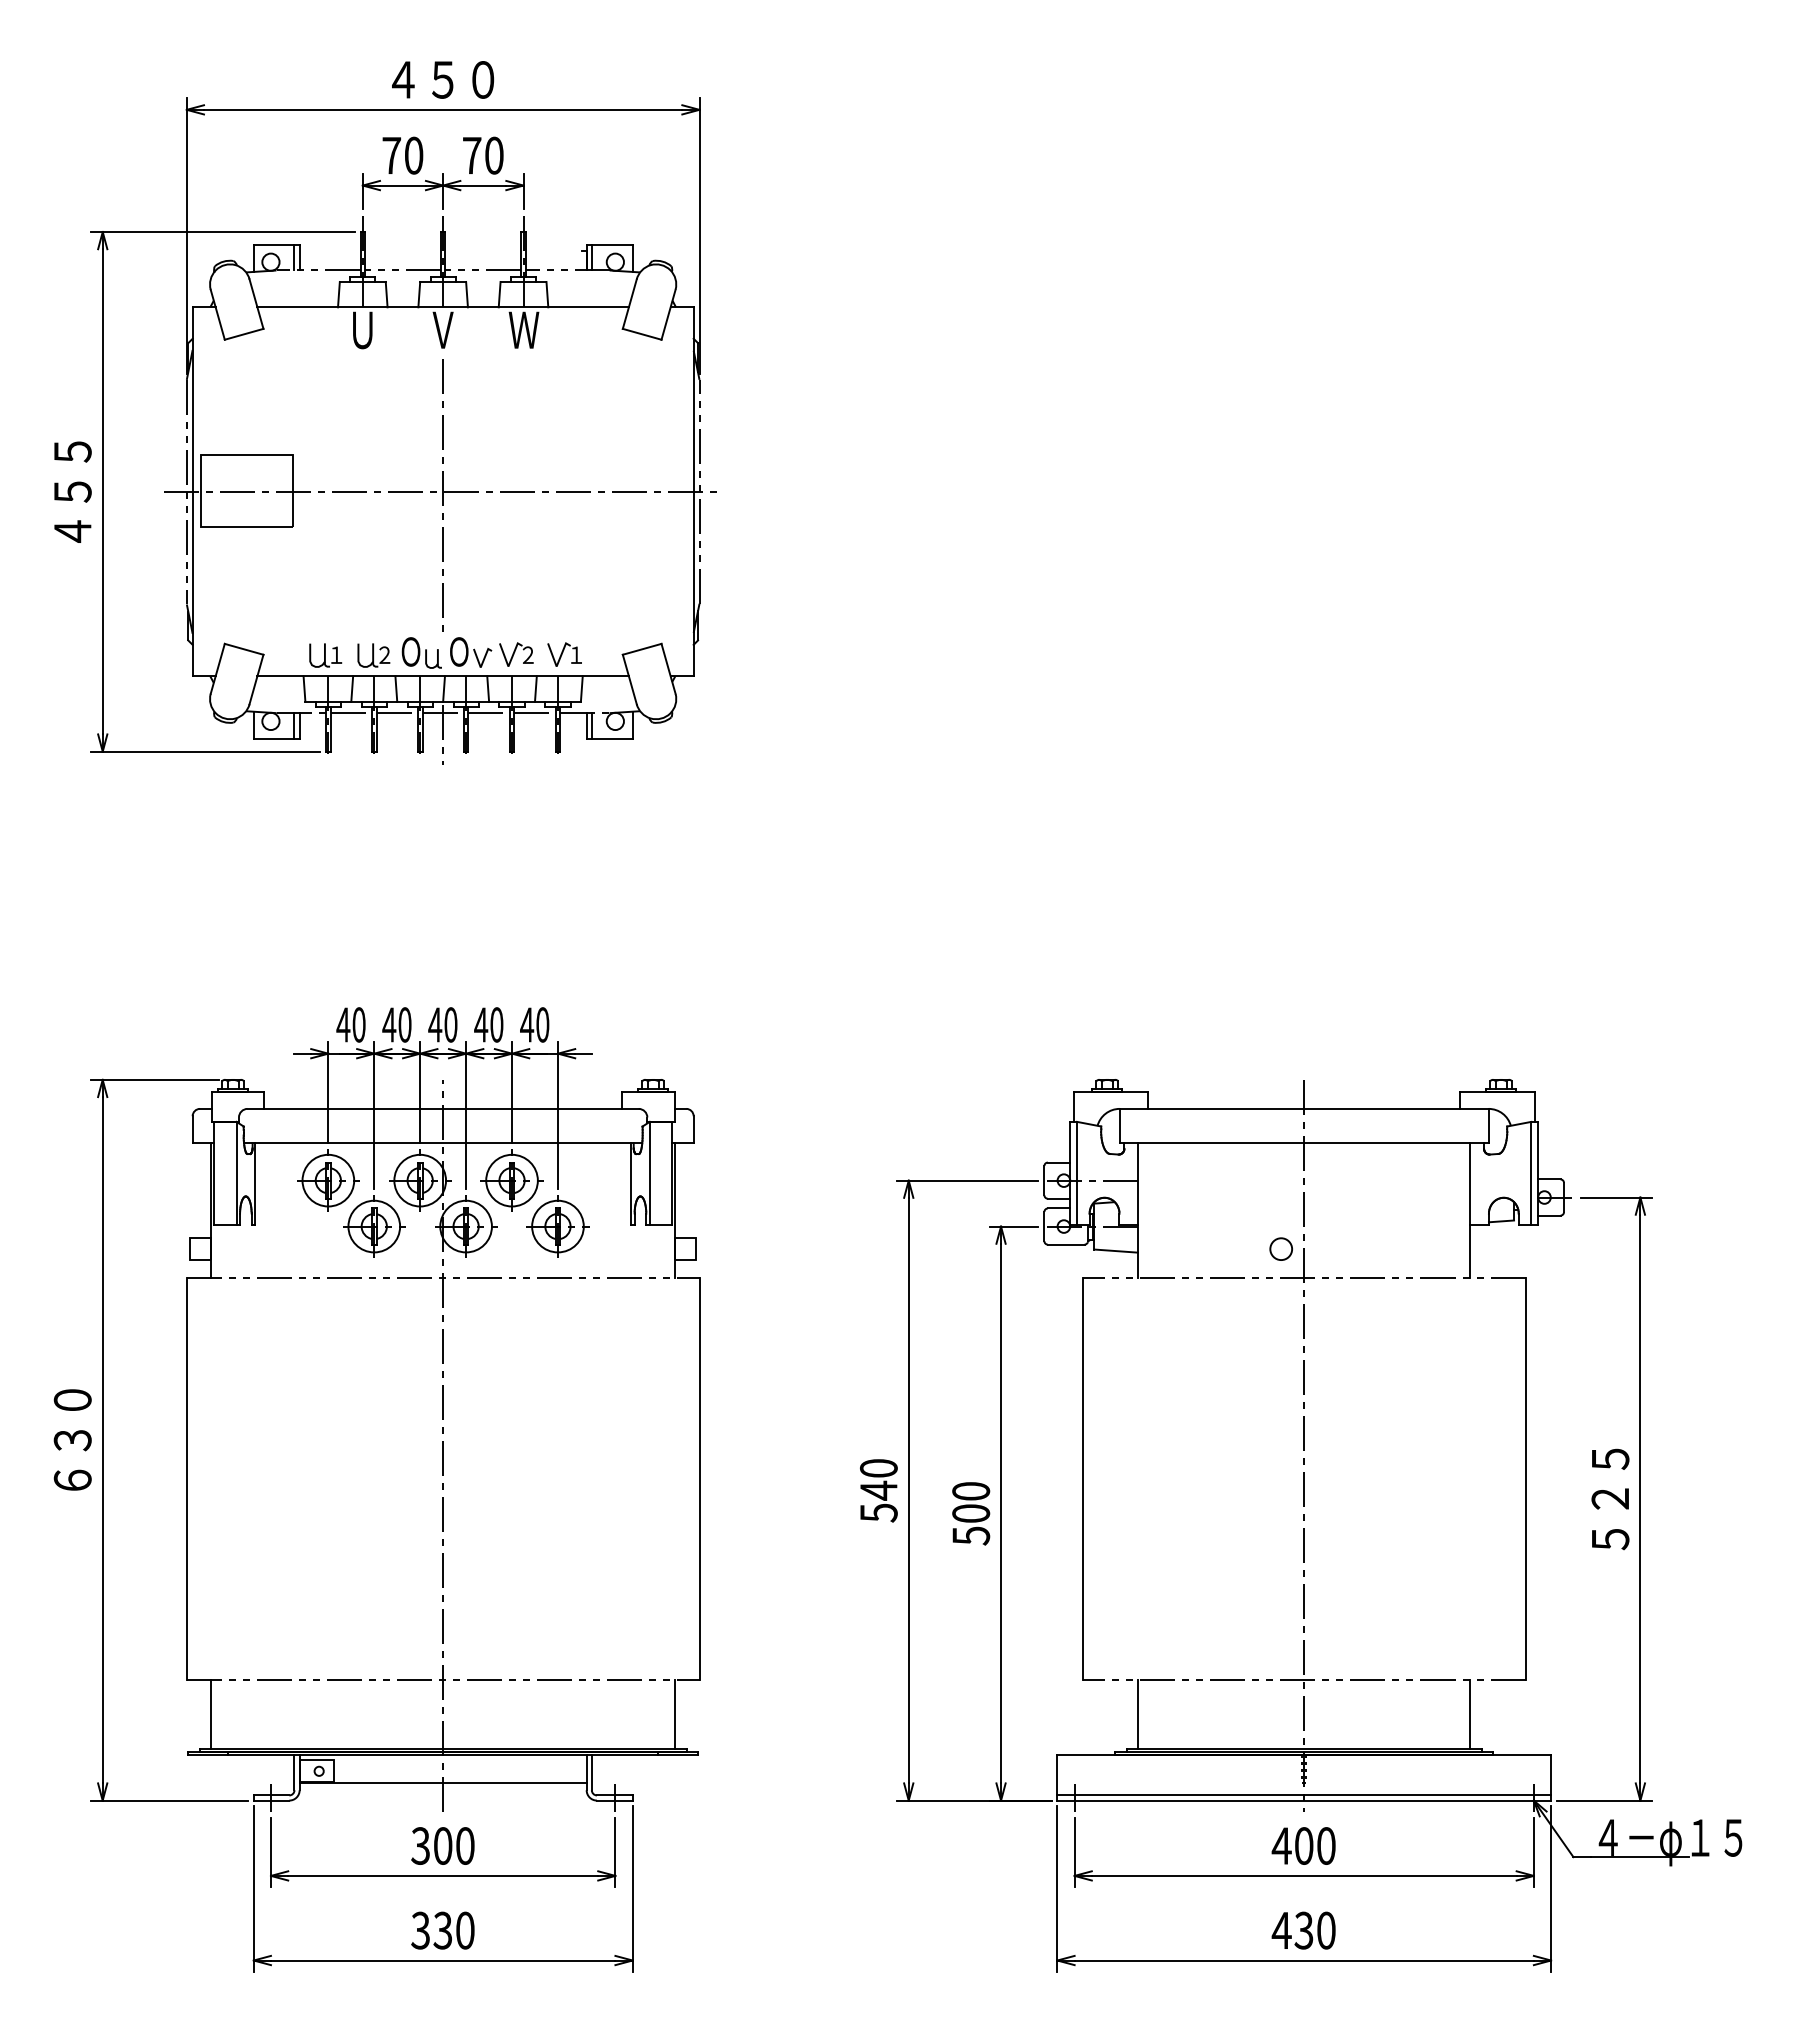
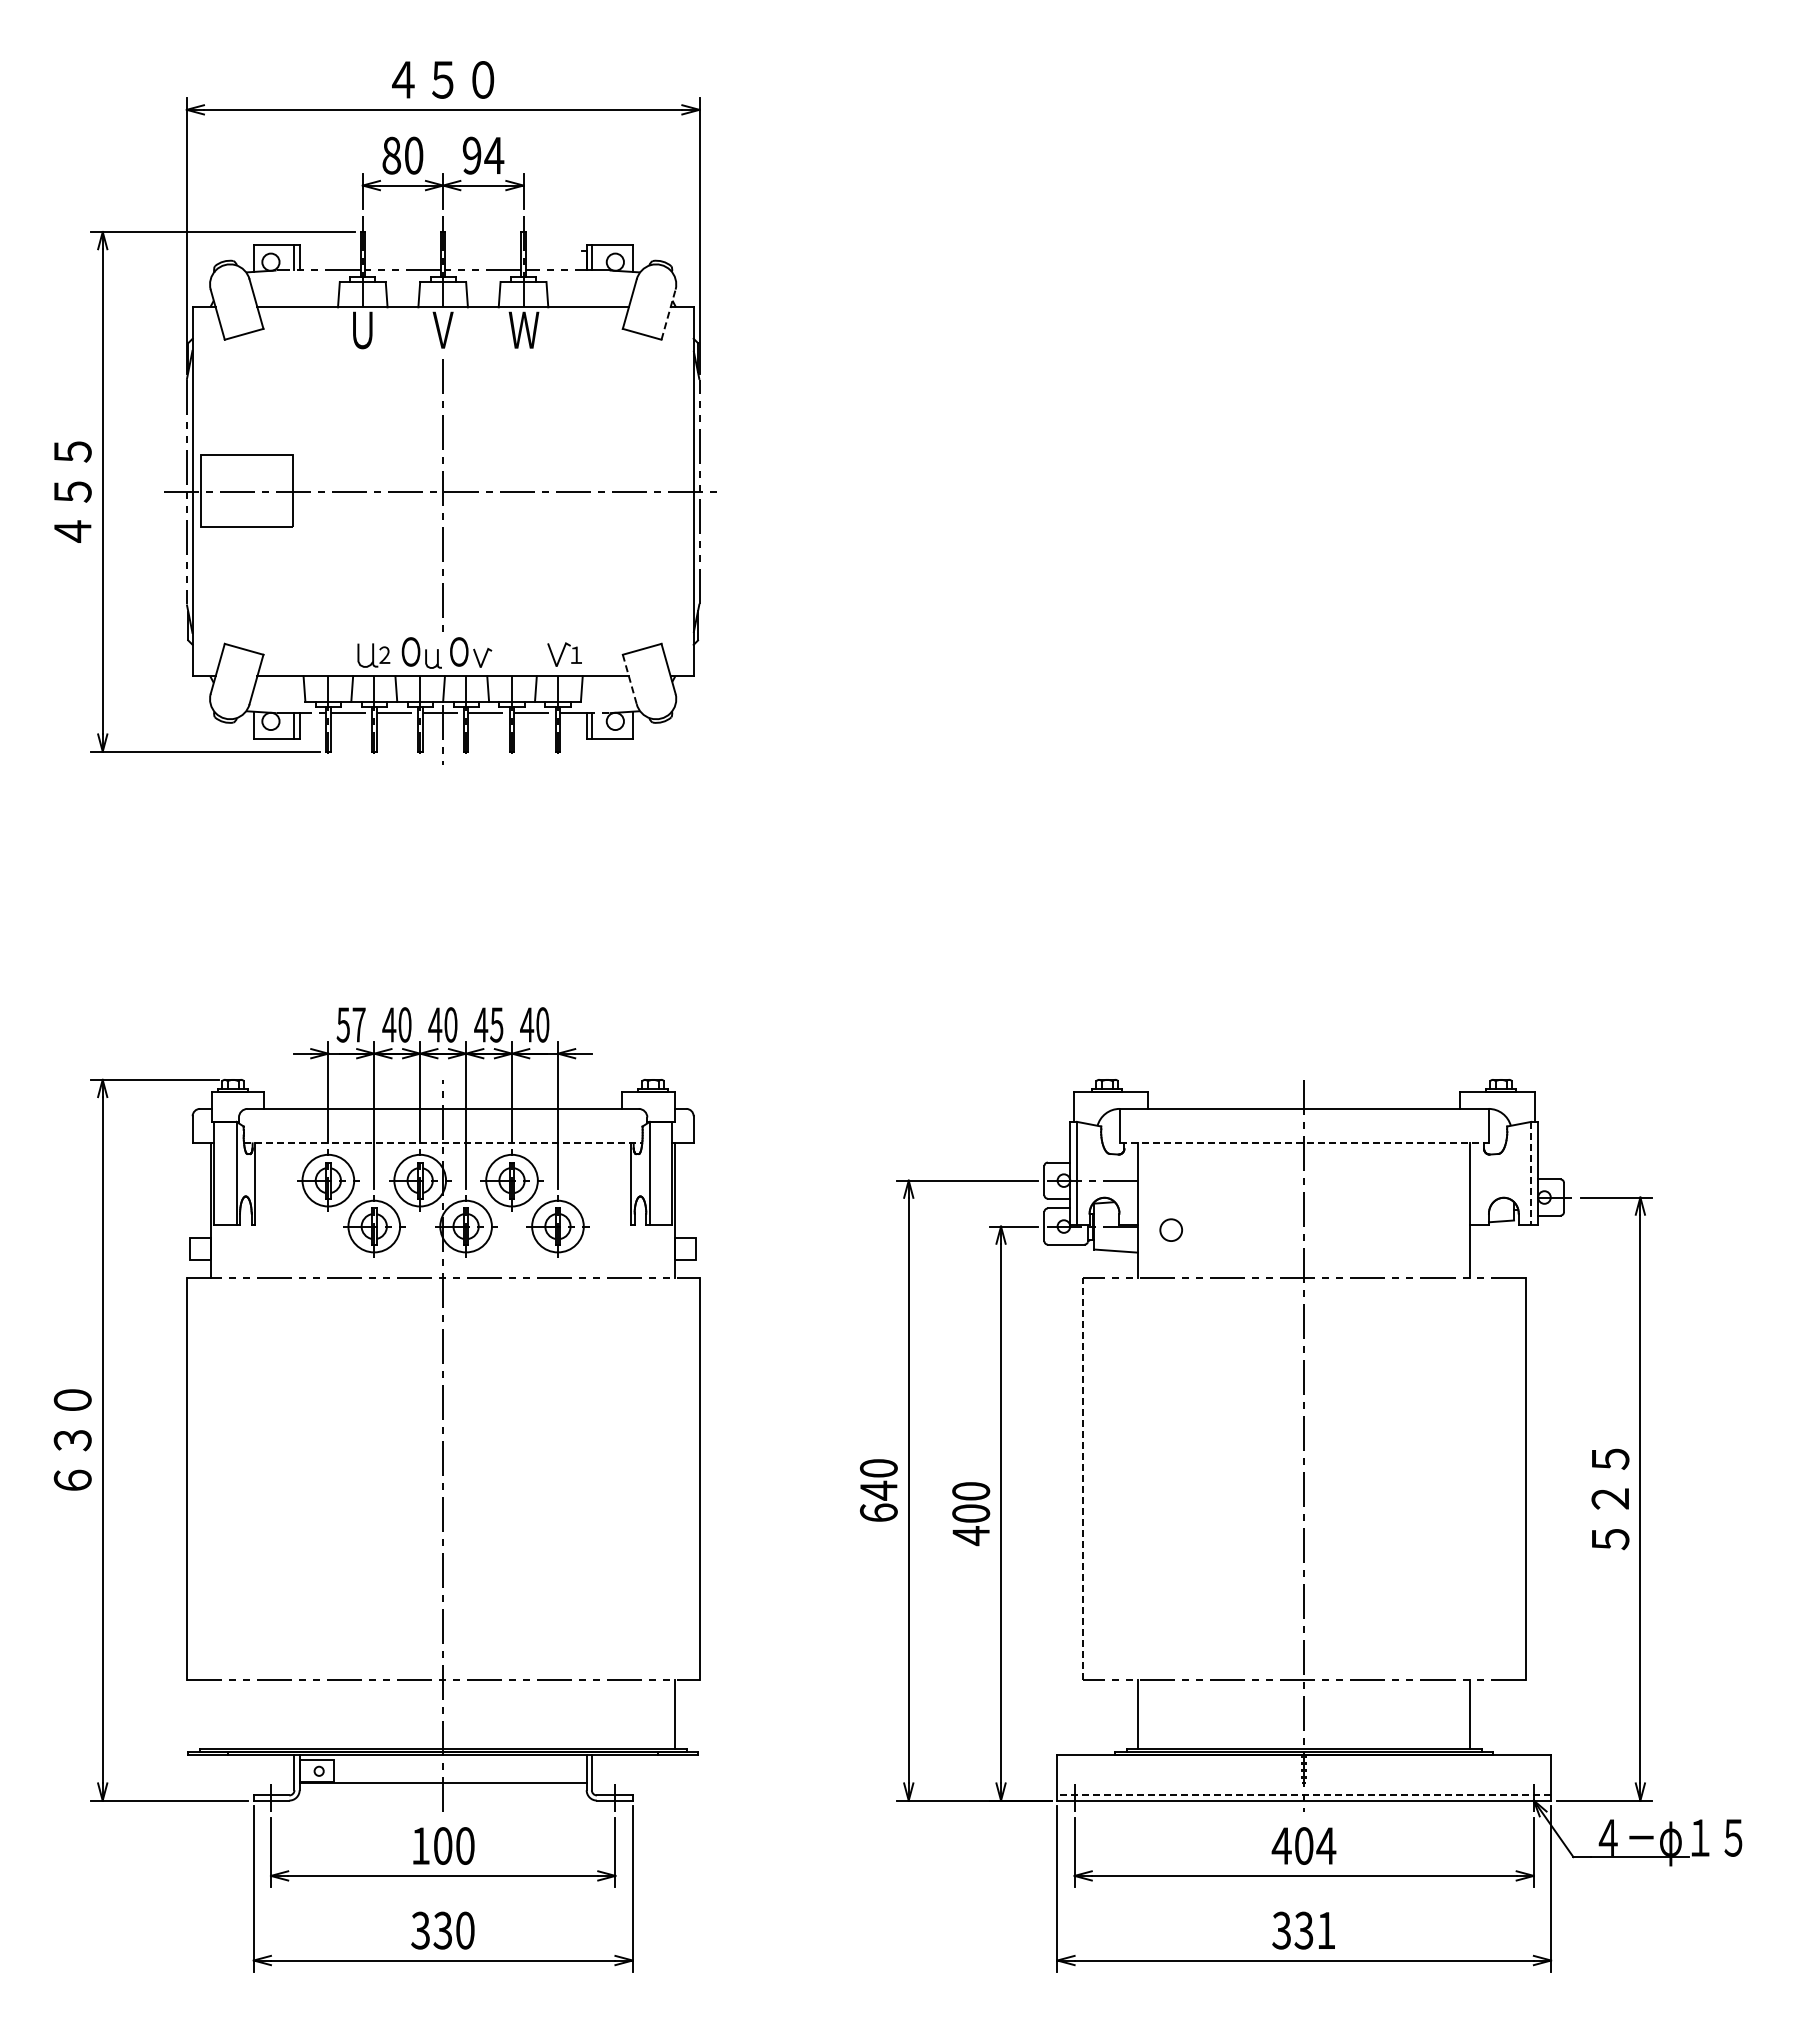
text at (391, 155): 70 -> 80
text at (483, 155): 70 -> 94
line at (668, 314): solid -> dashed
part at (516, 654): present -> none
part at (325, 655): present -> none
line at (629, 679): solid -> dashed
text at (350, 1024): 40 -> 57
text at (496, 1024): 40 -> 45
line at (443, 1143): solid -> dashed
line at (1304, 1143): solid -> dashed
line at (1531, 1173): solid -> dashed
circle at (1280, 1248) position: (1280, 1248) -> (1170, 1229)
line at (1082, 1478): solid -> dashed
text at (878, 1512): 540 -> 640
text at (971, 1536): 500 -> 400
line at (210, 1714): present -> none
line at (1304, 1795): solid -> dashed
text at (420, 1845): 300 -> 100
text at (1326, 1845): 400 -> 404
text at (1303, 1930): 430 -> 331
